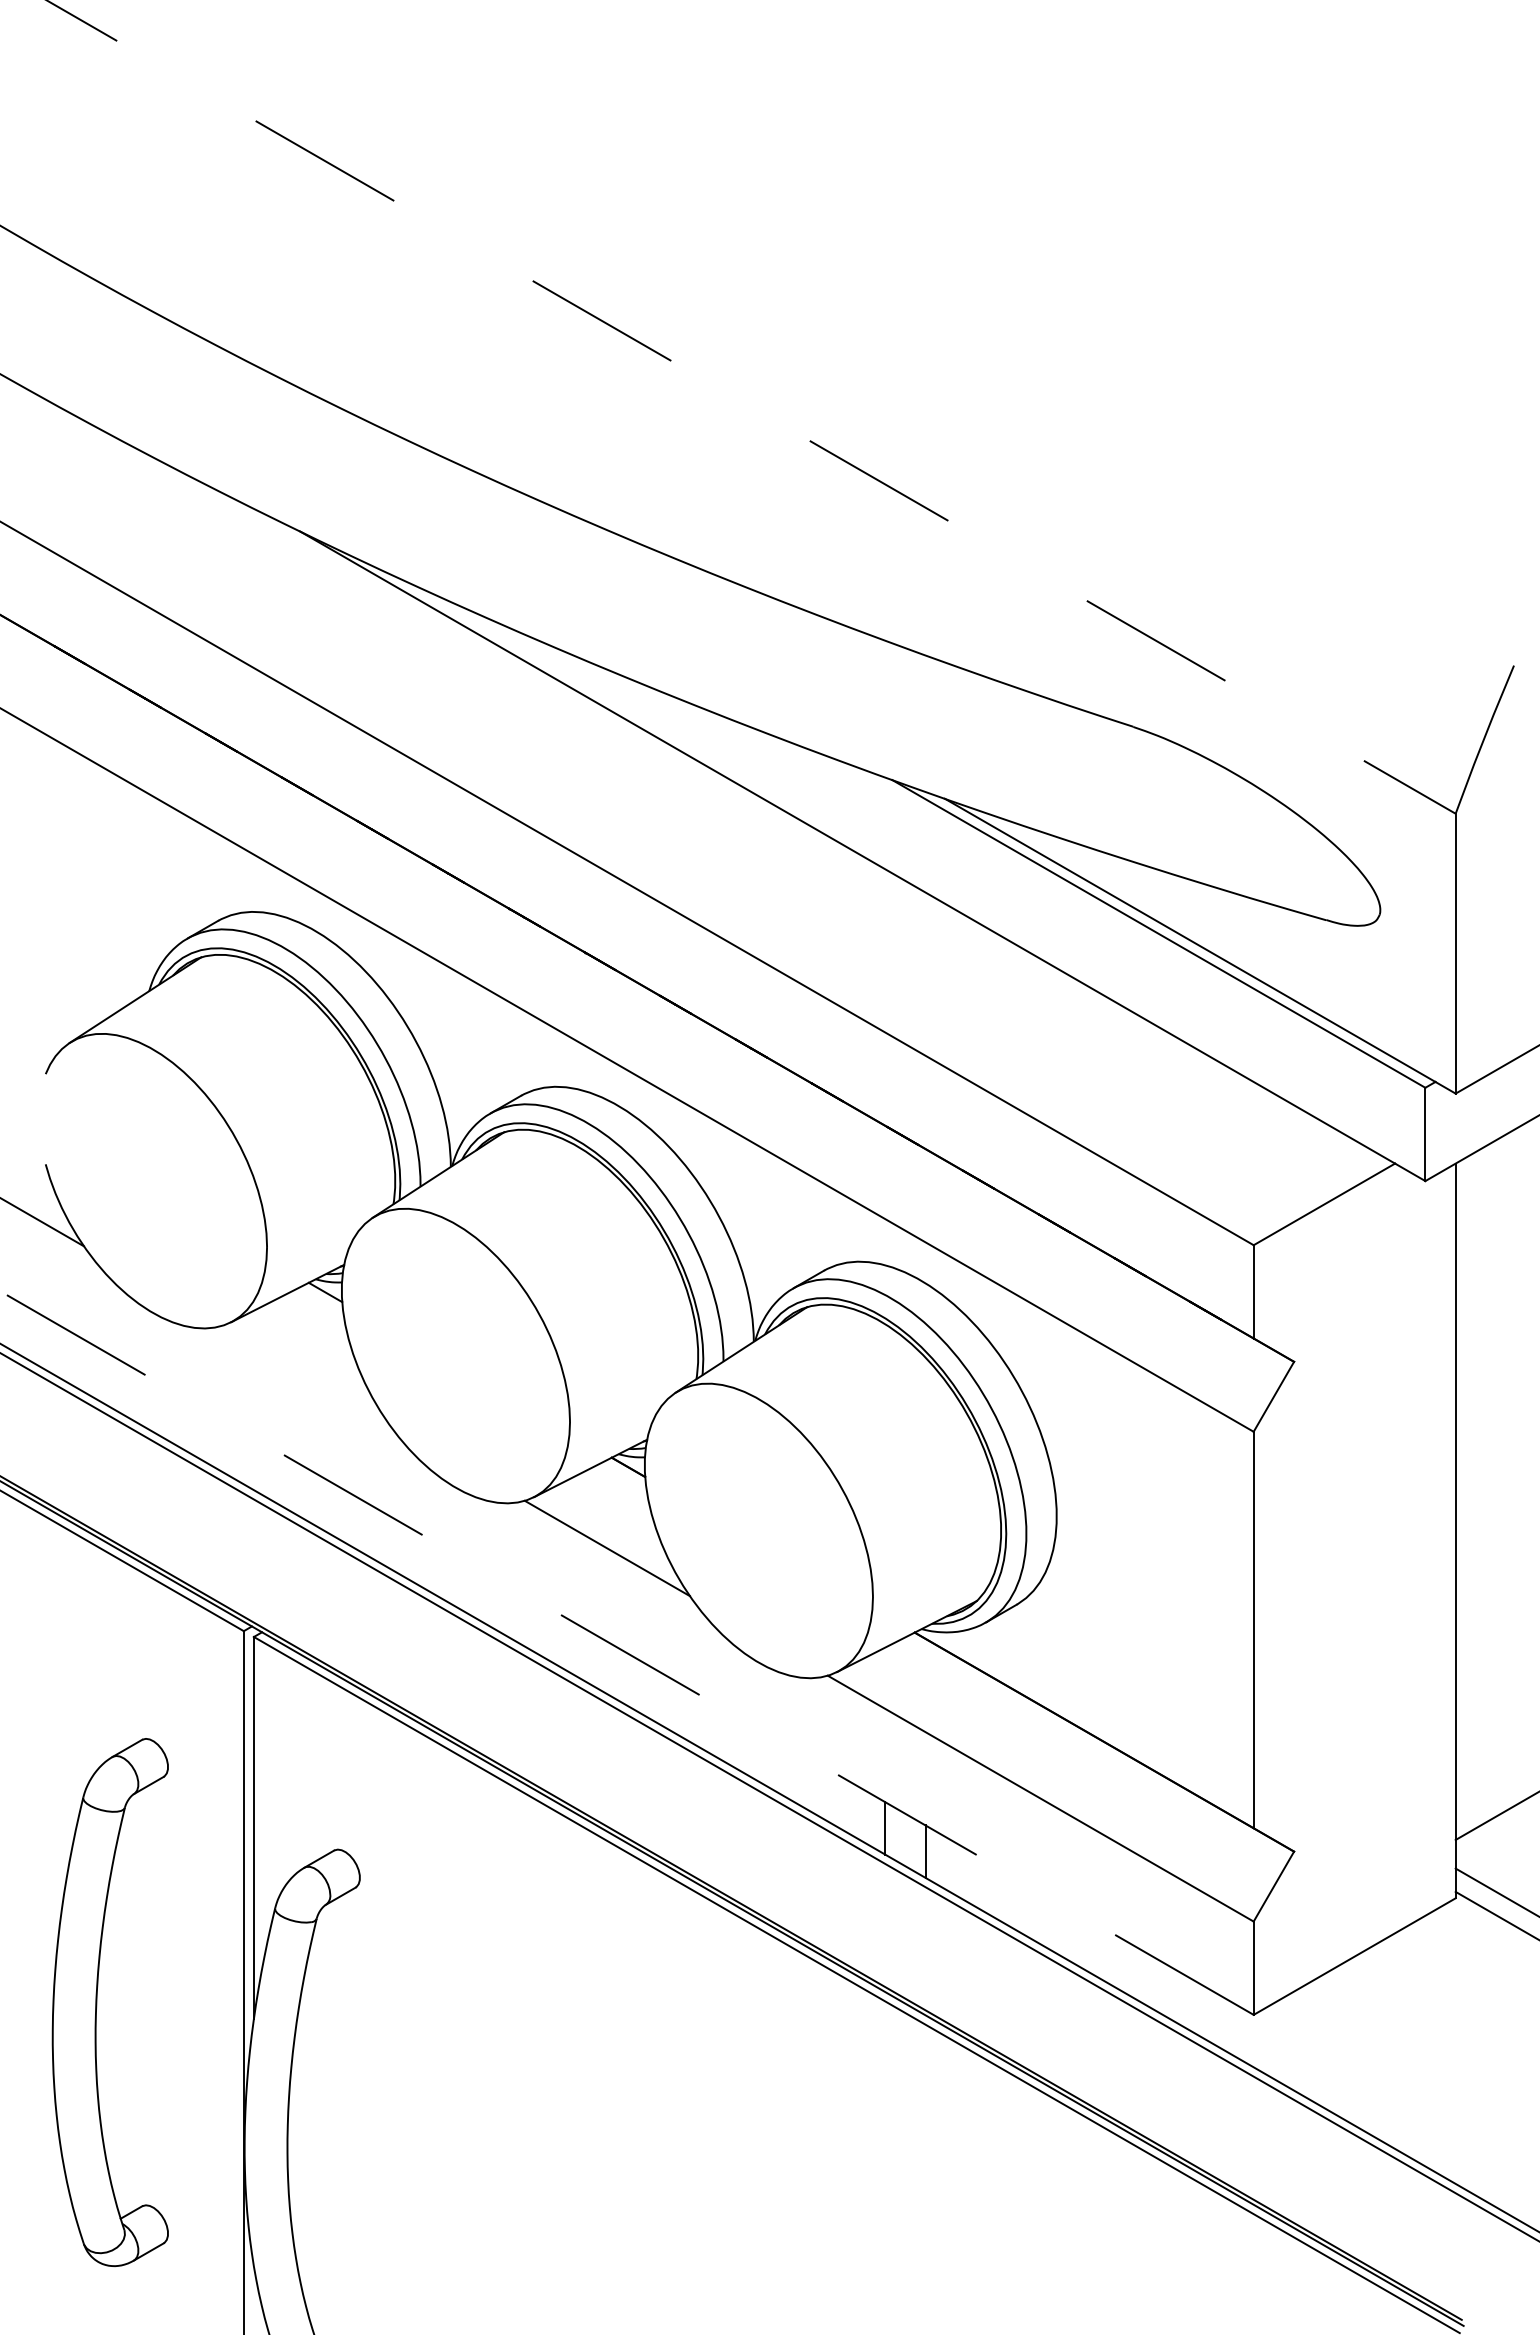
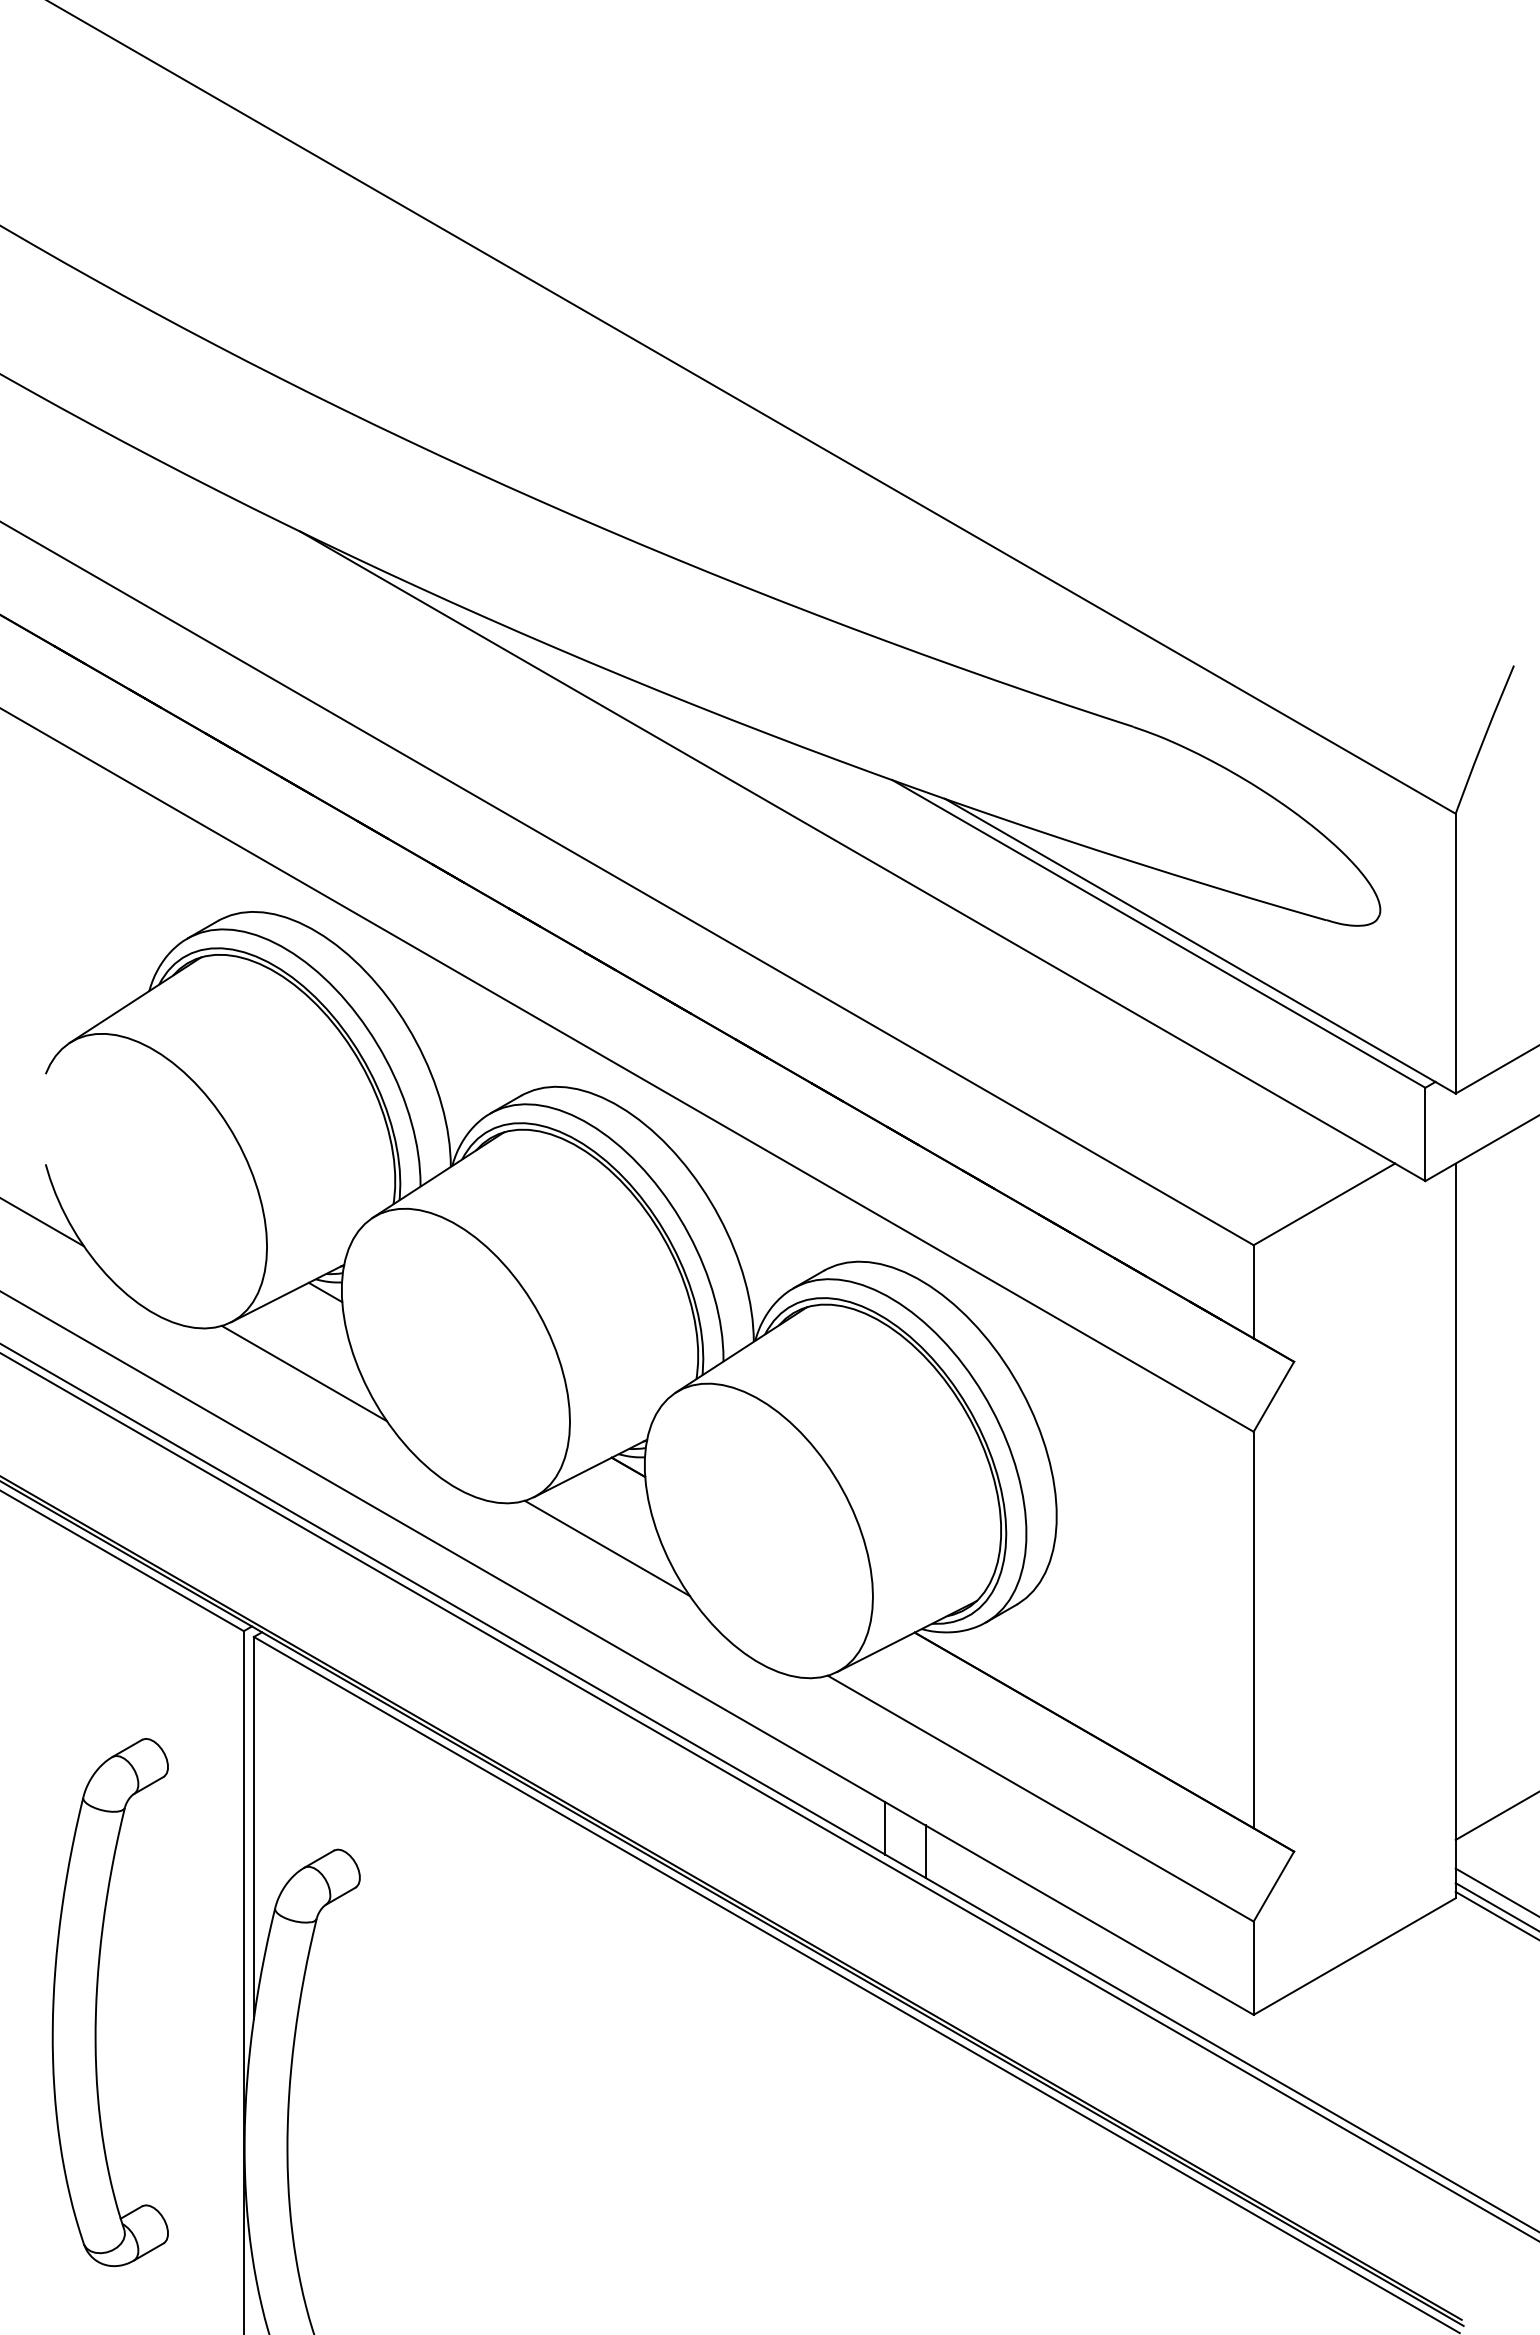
line at (750, 406): dashed -> solid
line at (303, 1373): none -> present
line at (626, 1652): dashed -> solid
line at (1495, 1906): none -> present
